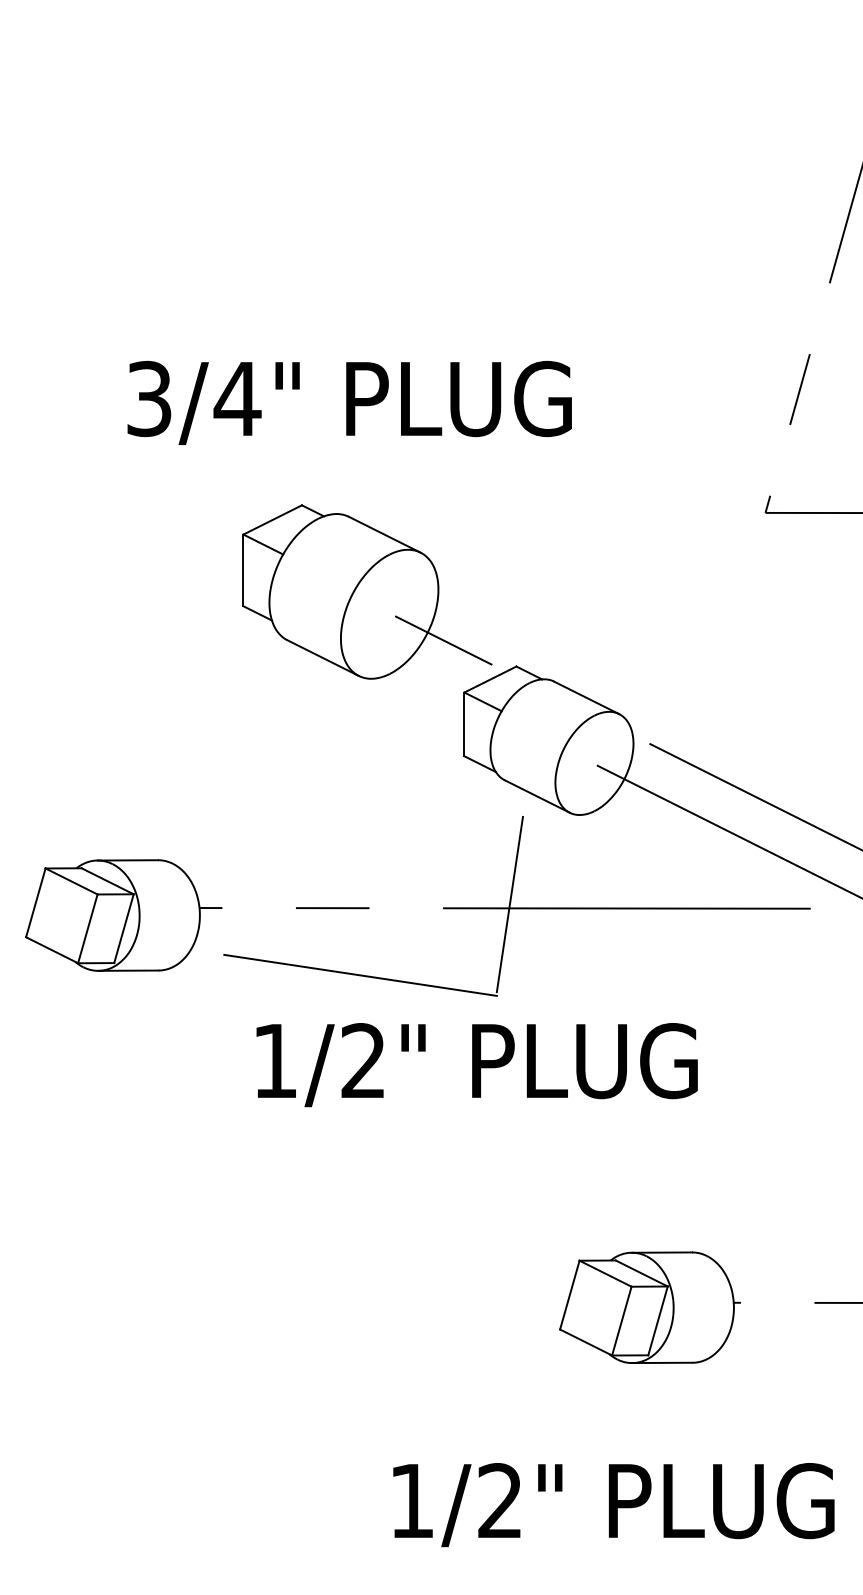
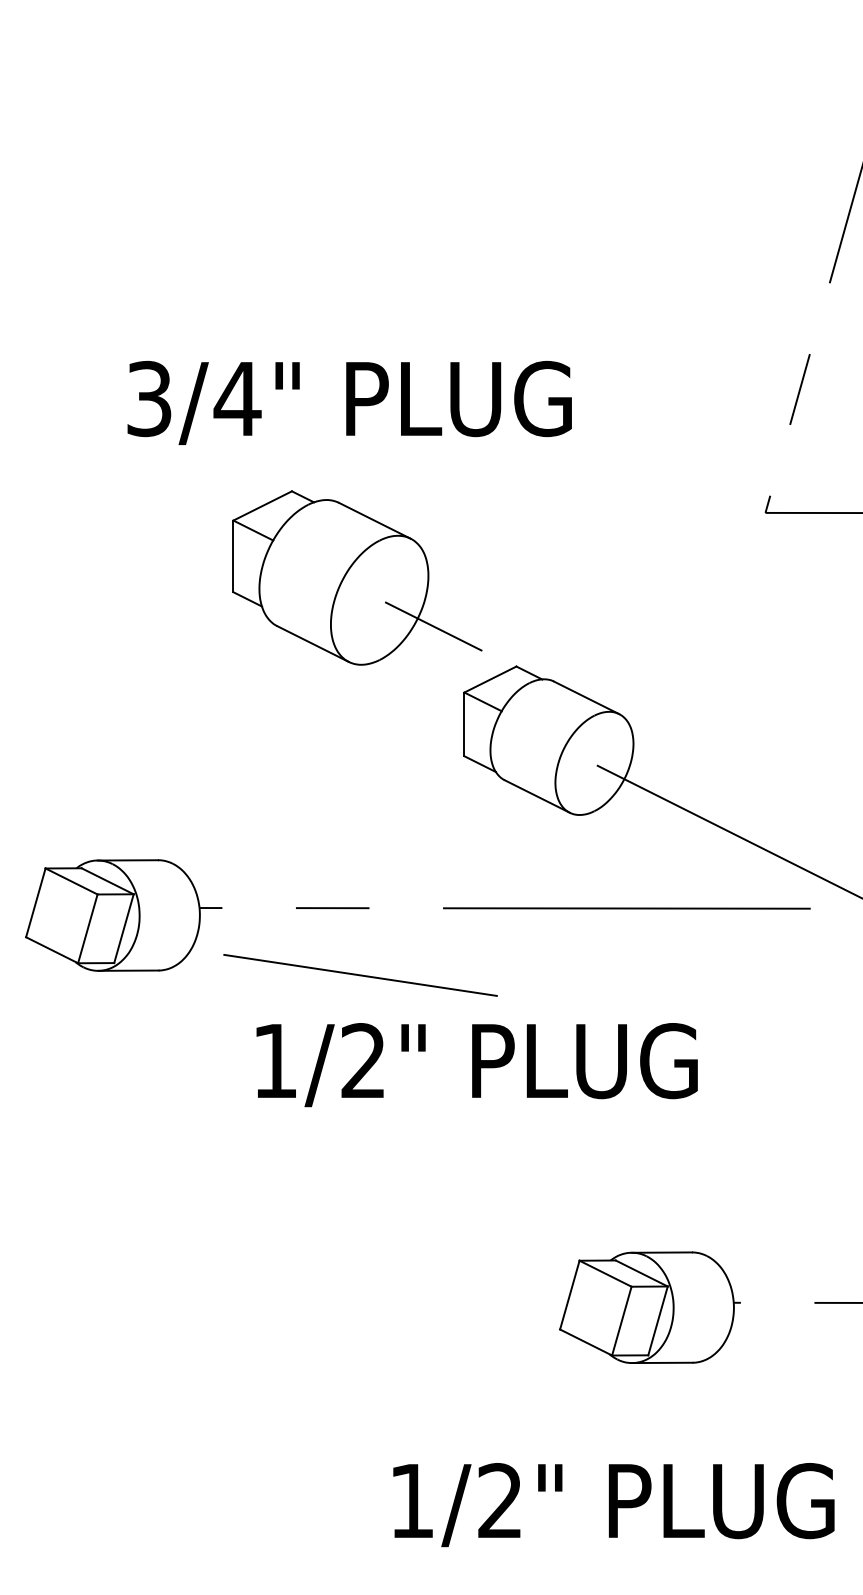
part at (367, 591) position: (367, 591) -> (357, 577)
line at (754, 796): present -> none
line at (509, 904): present -> none
